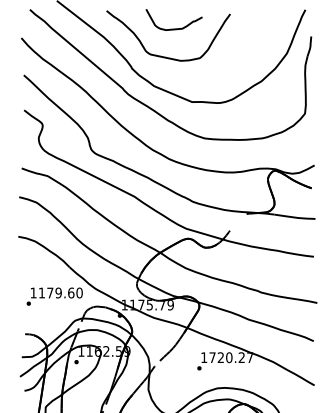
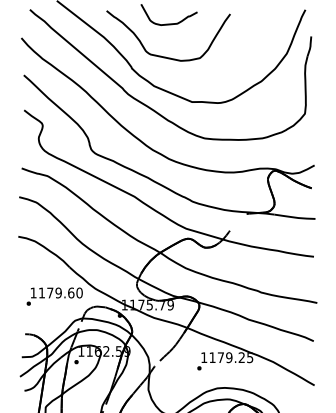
curve at (173, 28) position: (173, 28) -> (168, 23)
text at (231, 357): 1720.27 -> 1179.25
